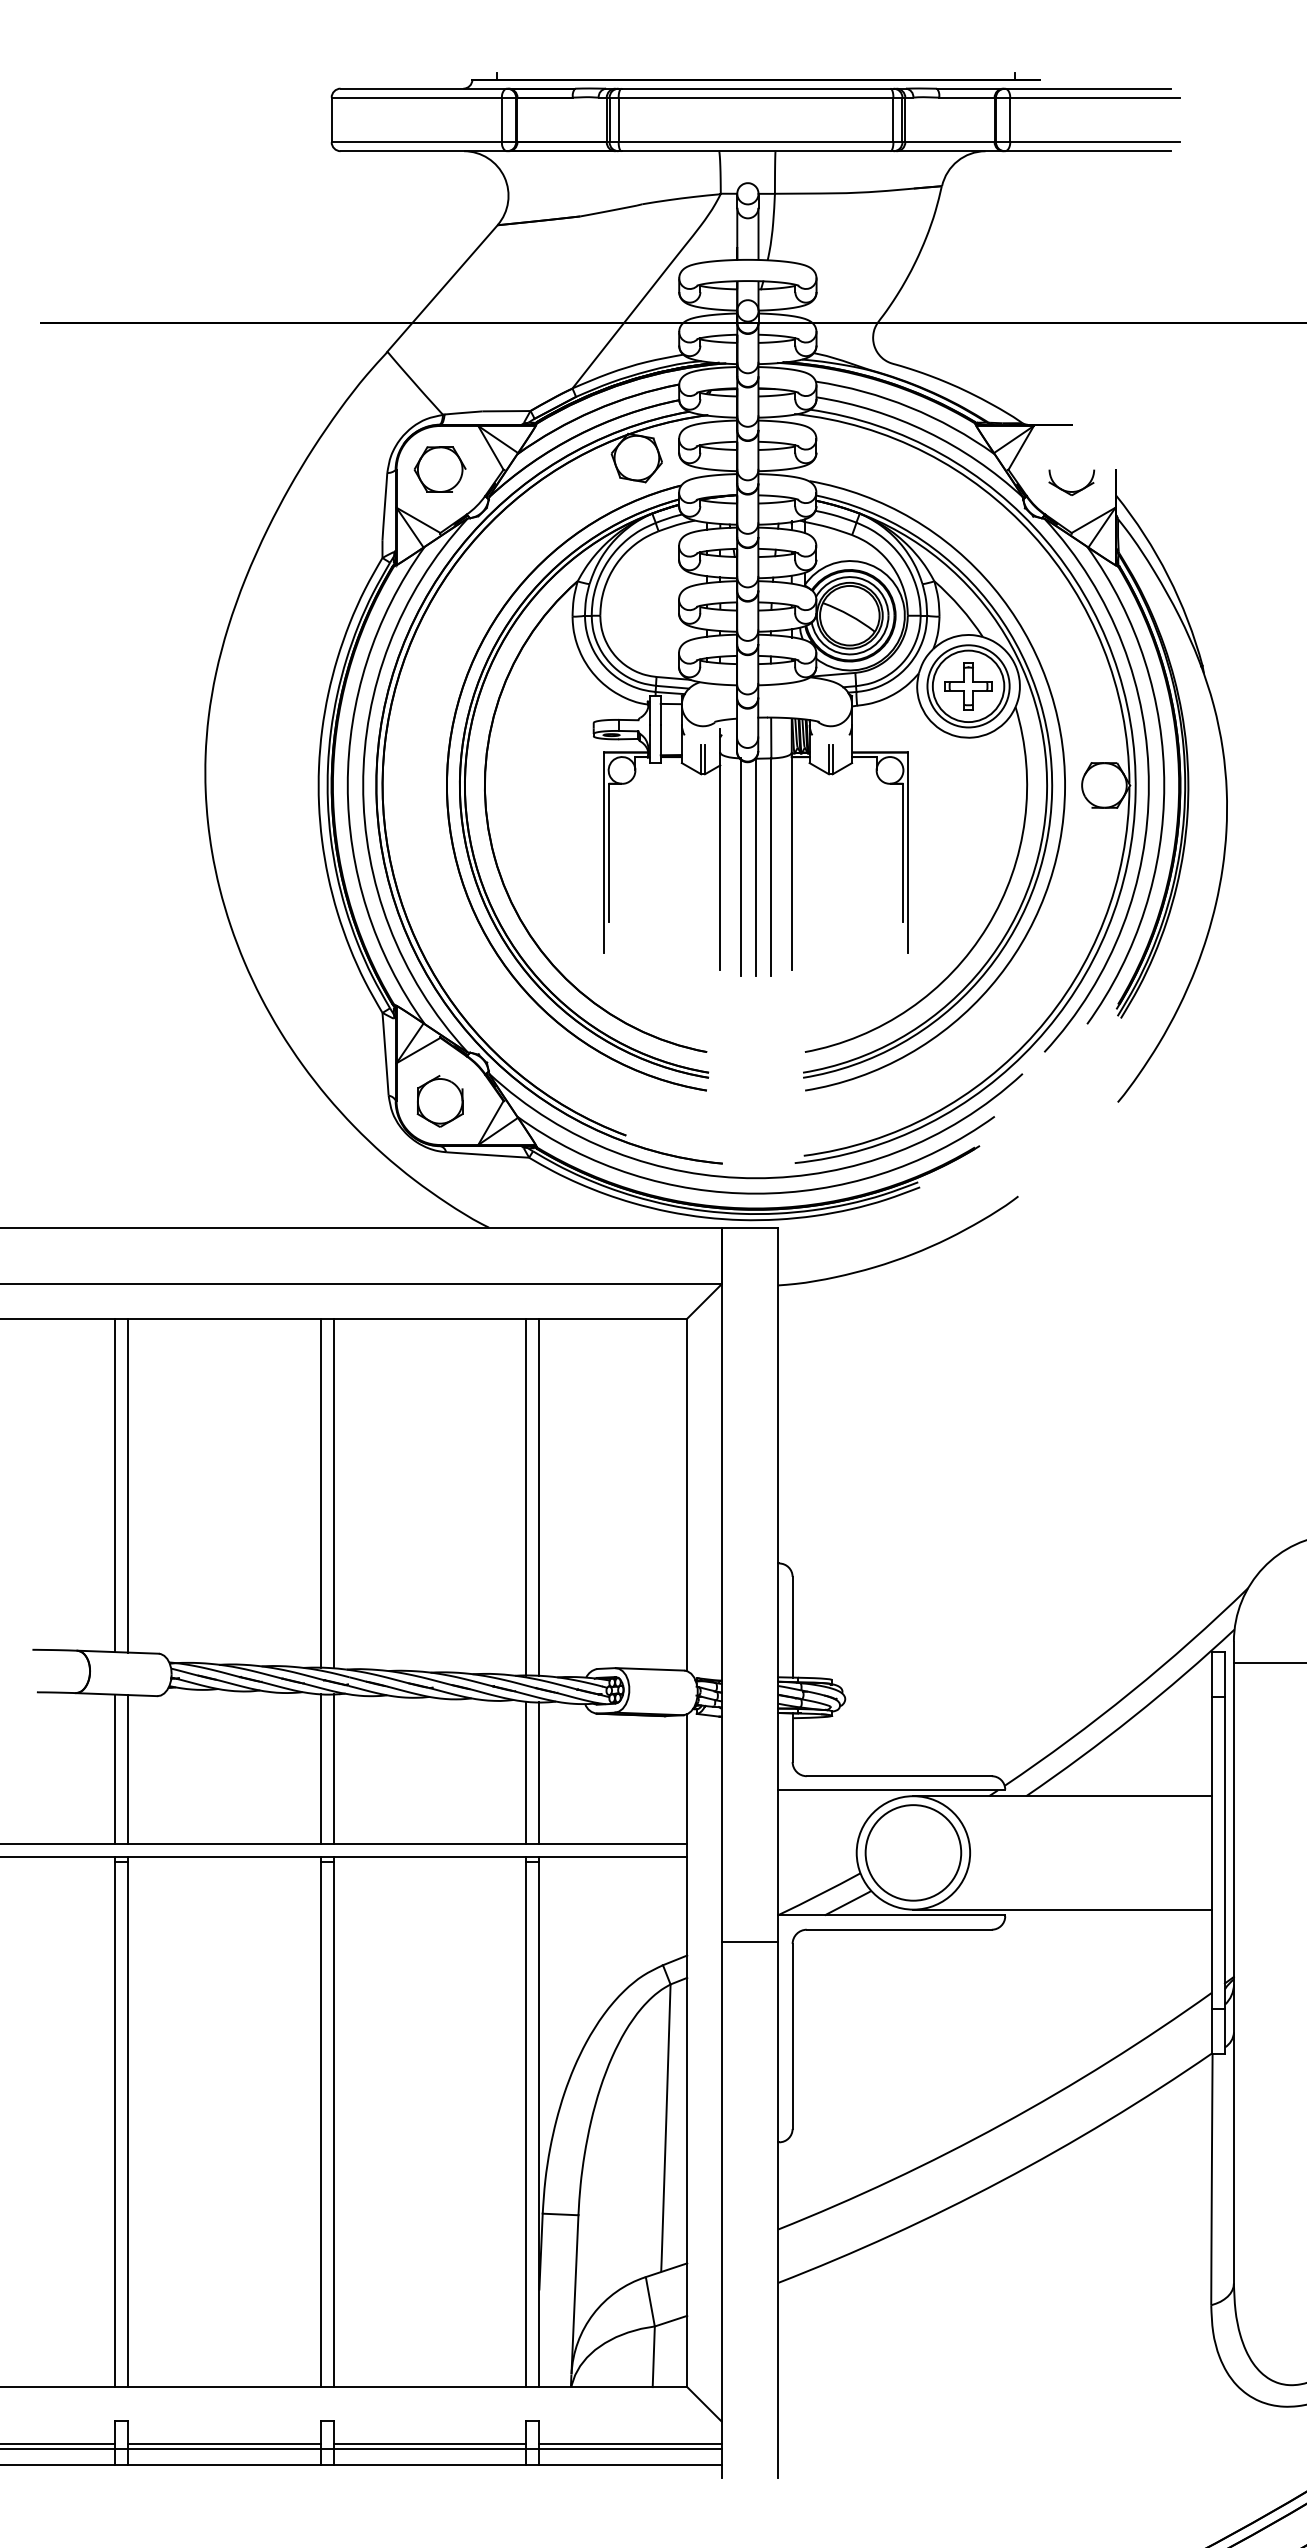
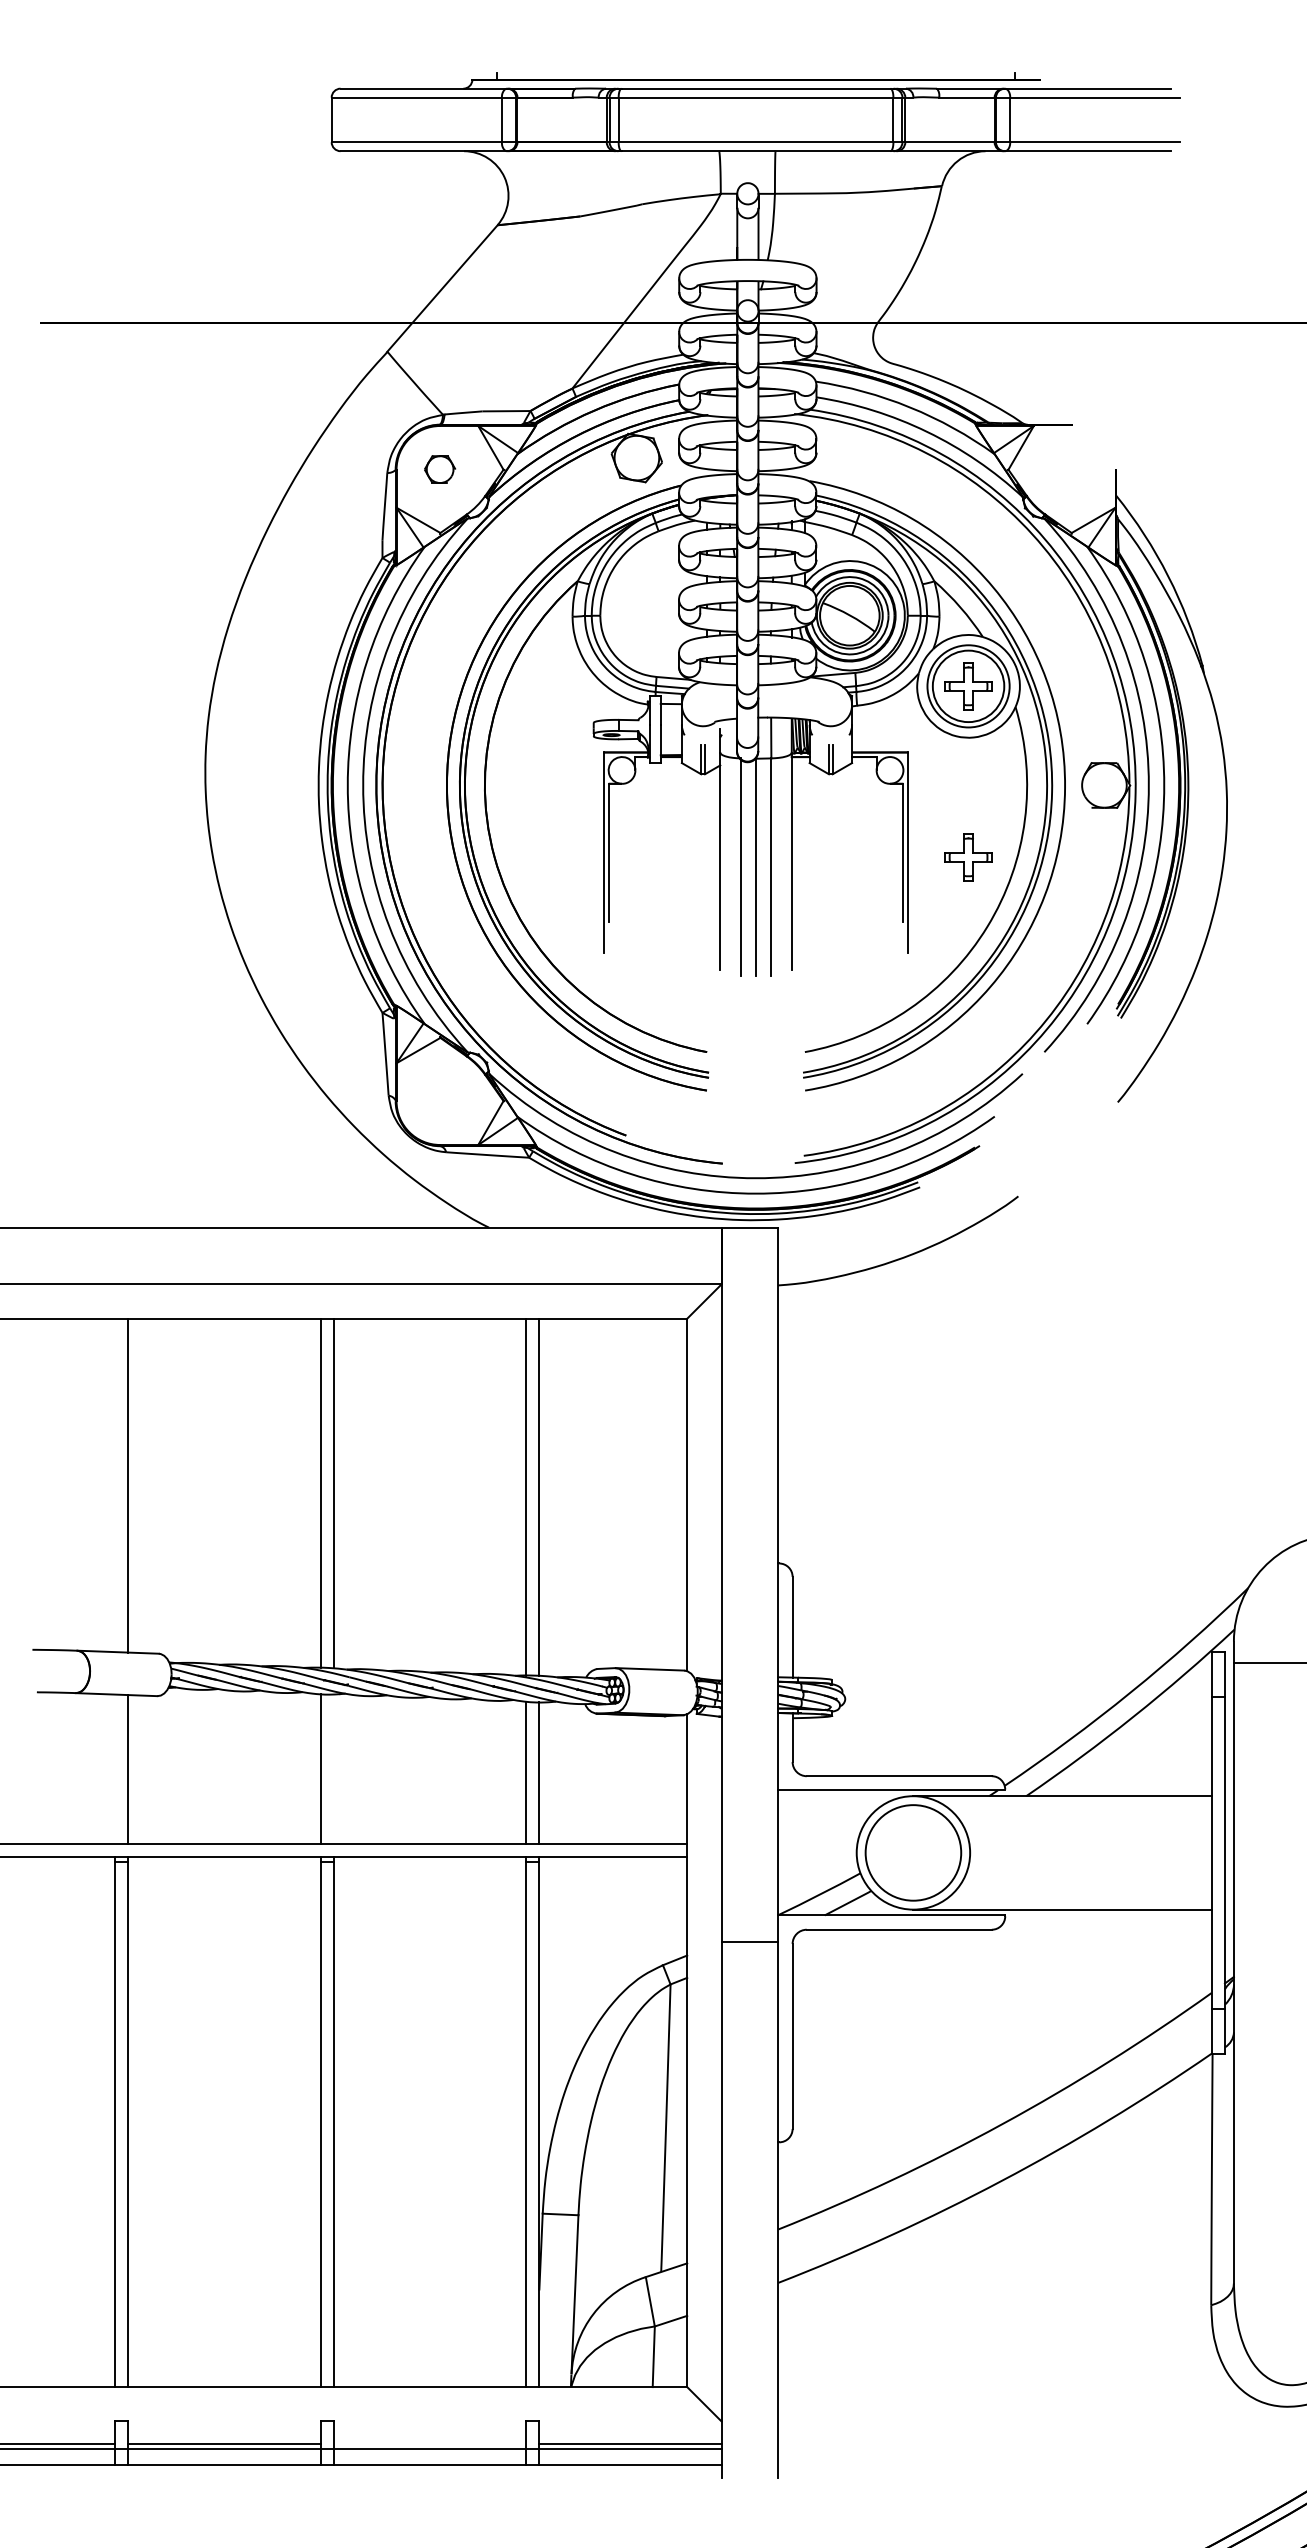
part at (439, 469) size: 54x47 px -> 33x29 px
part at (1069, 490): present -> none
part at (968, 857): none -> present
part at (439, 1101): present -> none
line at (115, 1485): present -> none
line at (115, 1768): present -> none
line at (333, 1768): present -> none
line at (429, 2443): present -> none
